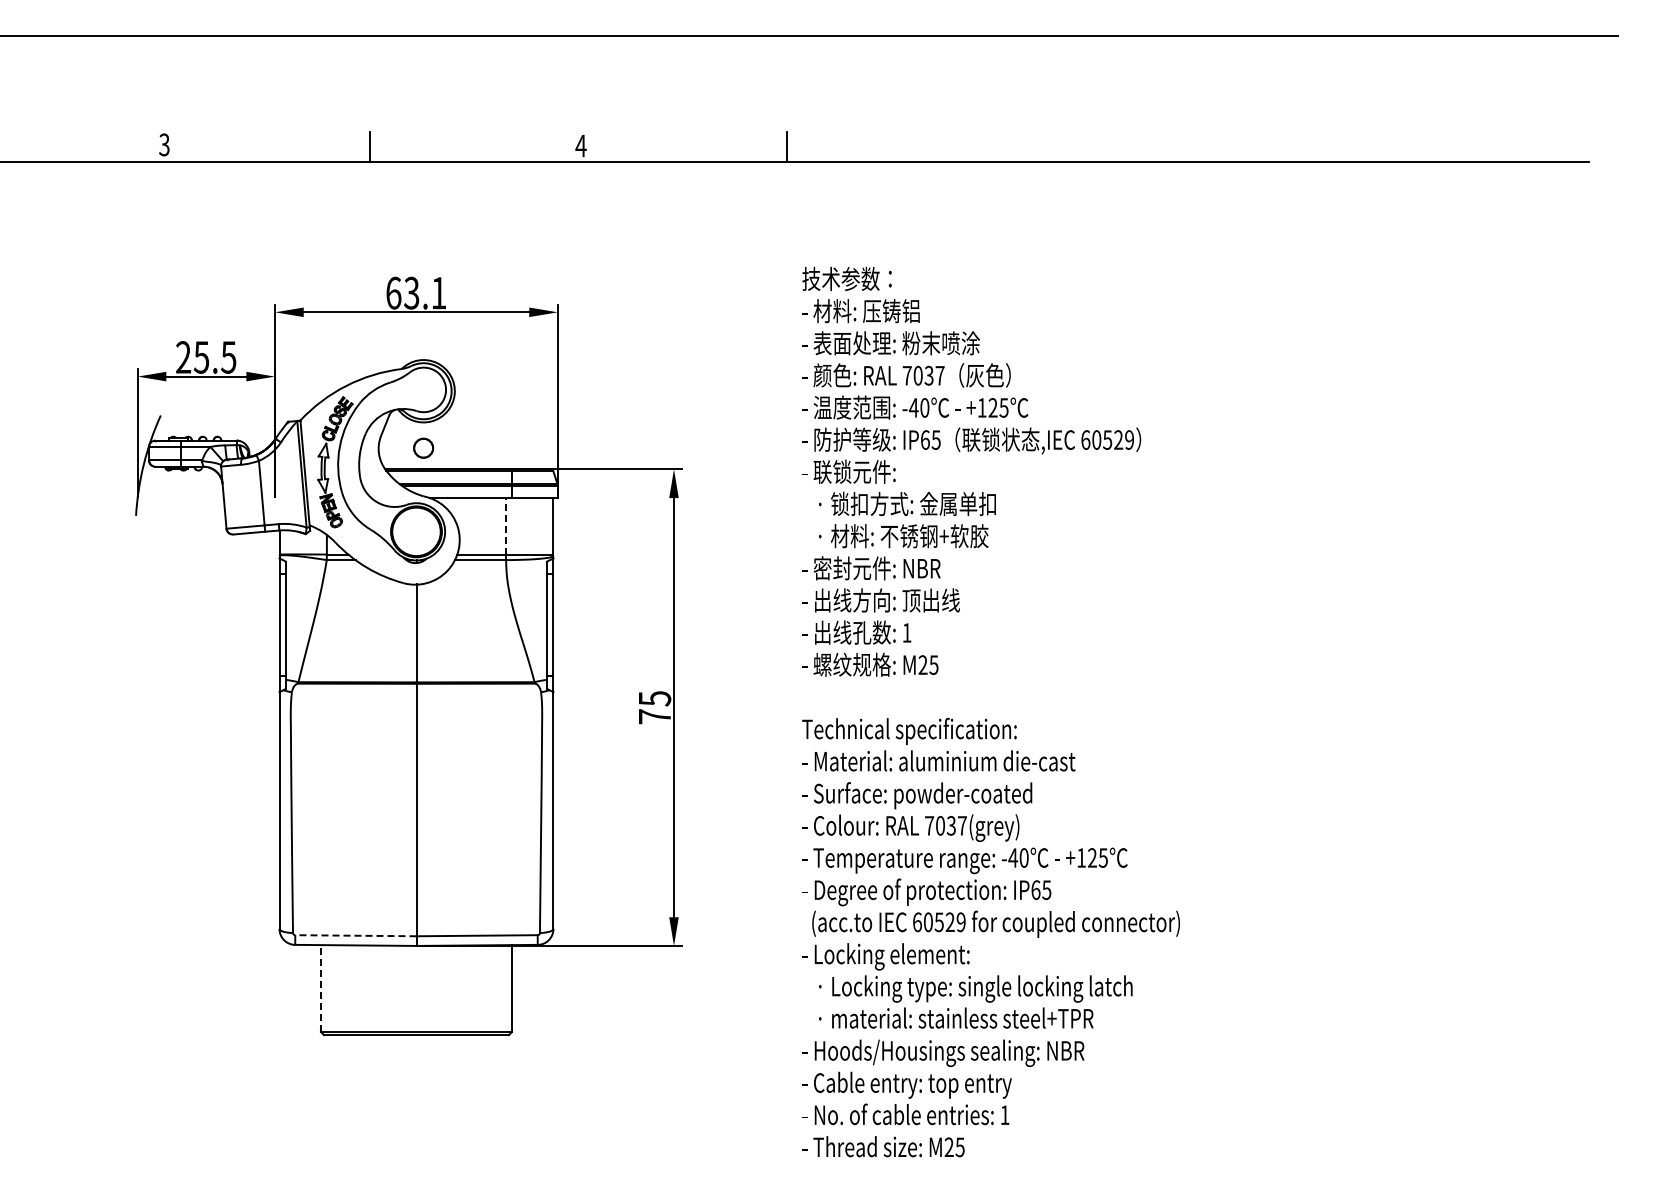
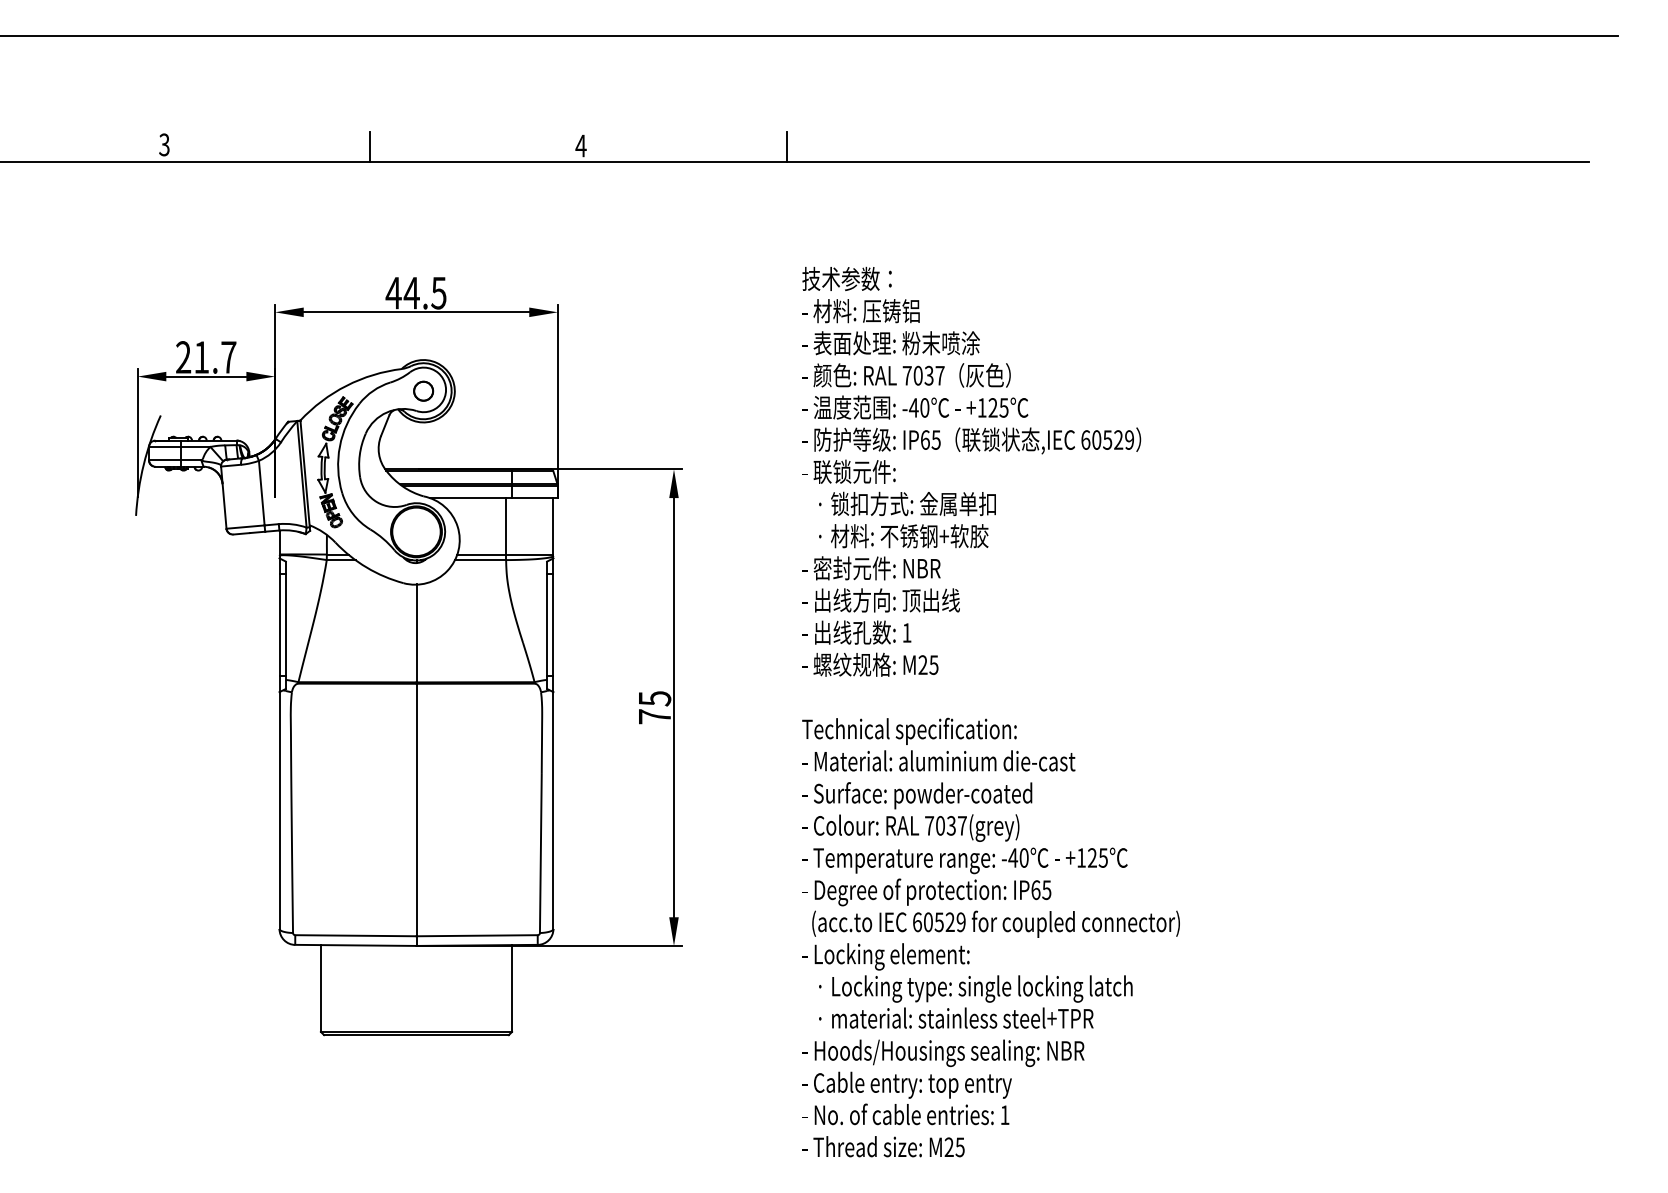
text at (415, 292): 63.1 -> 44.5
text at (214, 357): 25.5 -> 21.7
circle at (423, 447) position: (423, 447) -> (423, 390)
line at (506, 525): dashed -> solid
line at (355, 935): dashed -> solid
line at (320, 988): dashed -> solid
